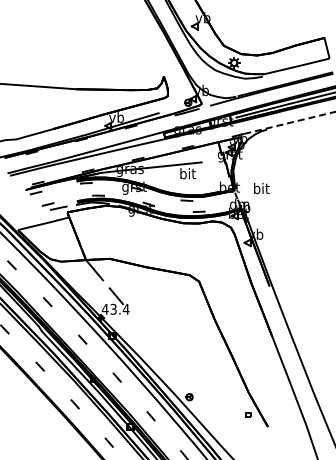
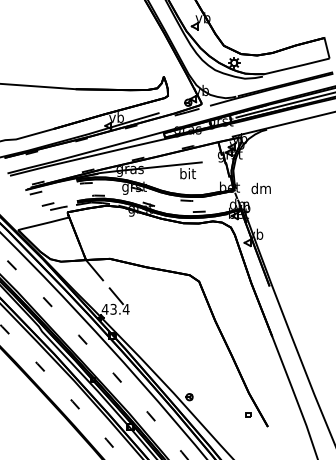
line at (290, 122): dashed -> solid
text at (260, 188): bit -> dm
